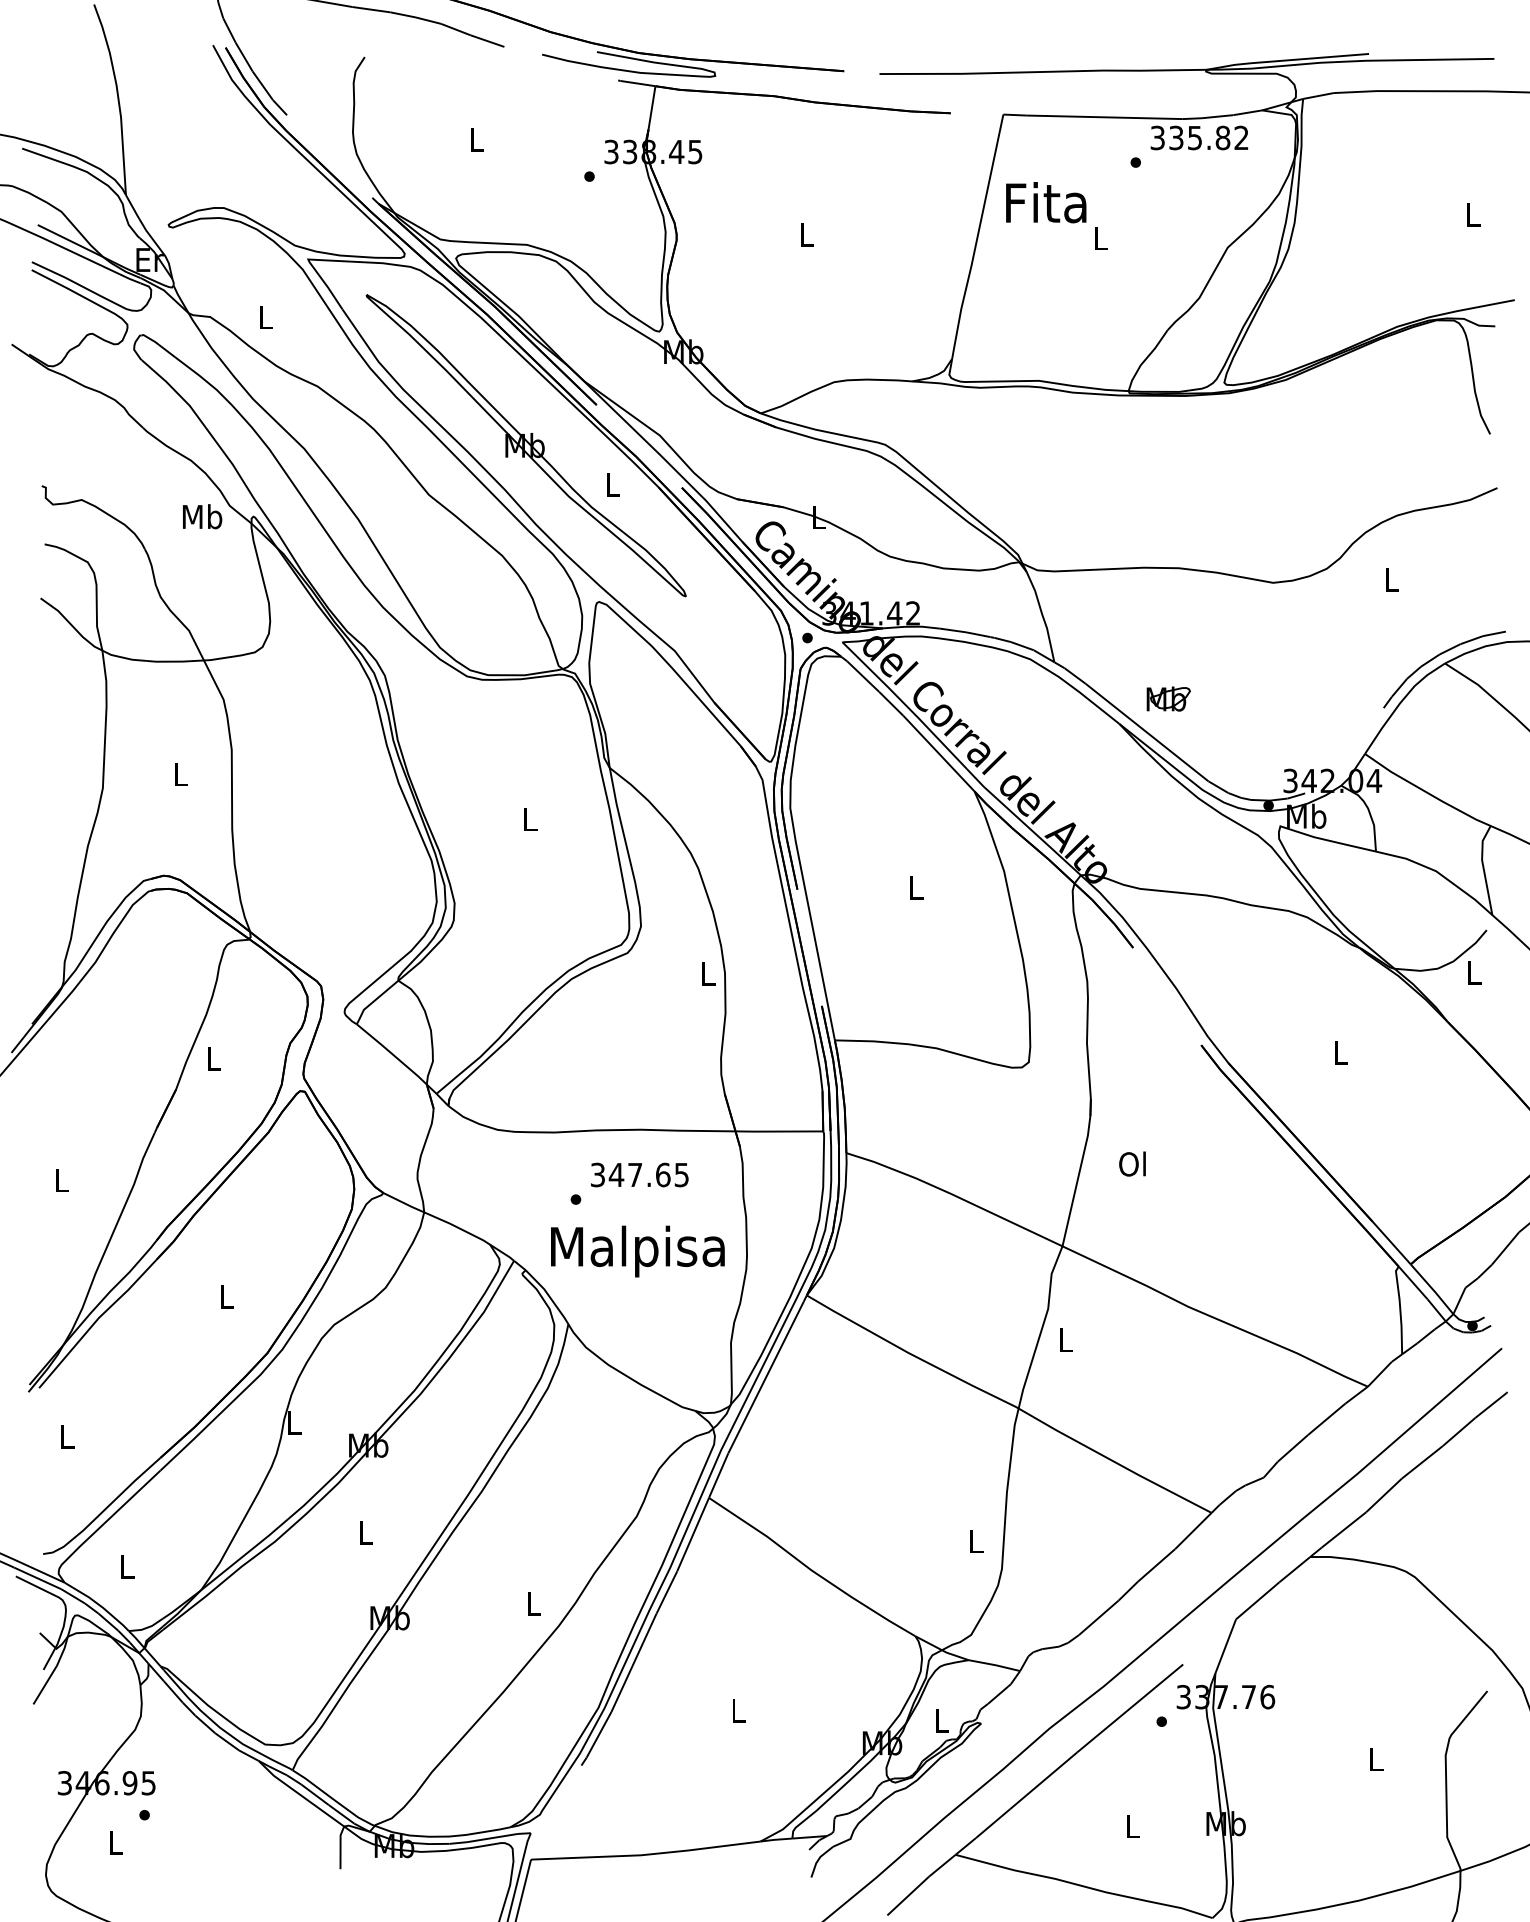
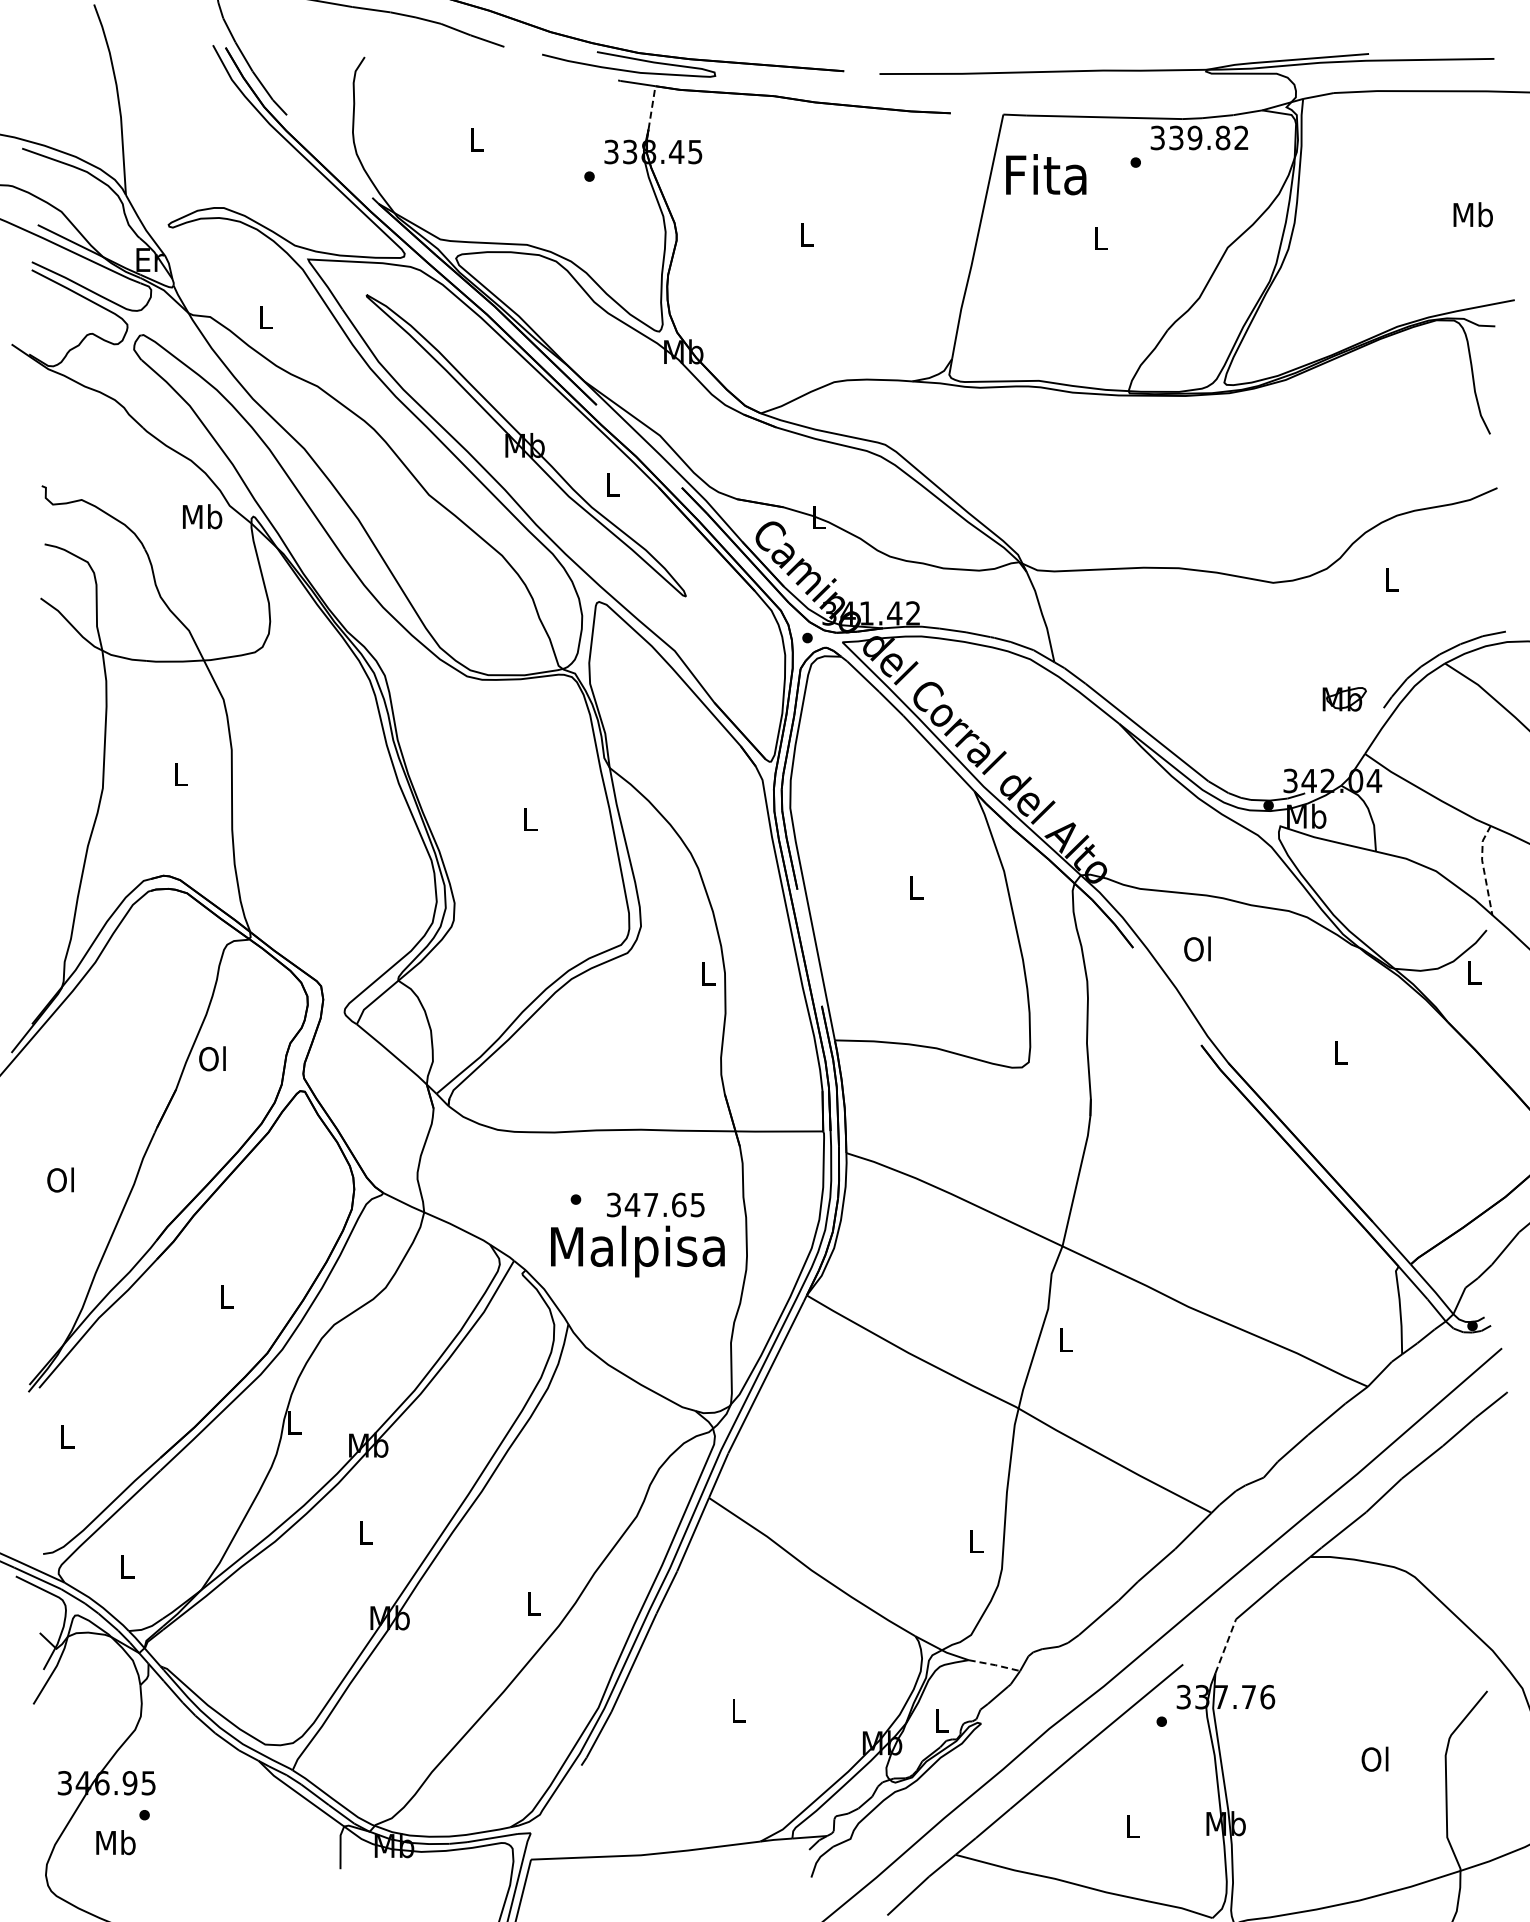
line at (652, 107): solid -> dashed
text at (1194, 137): 335.82 -> 339.82
text at (1046, 202) position: (1046, 202) -> (1046, 174)
text at (1472, 214): L -> Mb
part at (1168, 698) position: (1168, 698) -> (1344, 698)
line at (1483, 867): solid -> dashed
text at (212, 1058): L -> Ol
text at (1132, 1163) position: (1132, 1163) -> (1197, 948)
text at (639, 1174) position: (639, 1174) -> (655, 1204)
text at (60, 1179): L -> Ol
line at (1225, 1646): solid -> dashed
line at (995, 1665): solid -> dashed
text at (1374, 1758): L -> Ol
text at (115, 1842): L -> Mb
